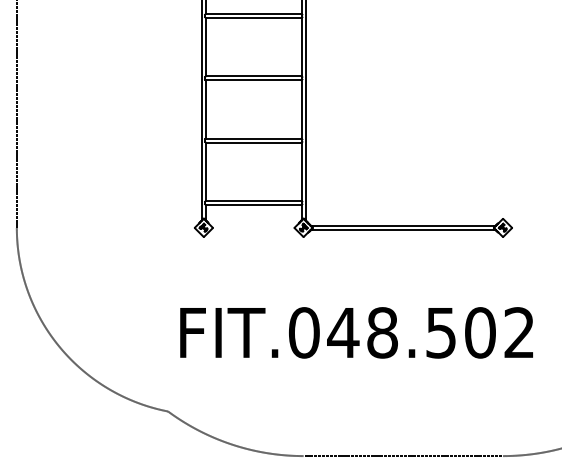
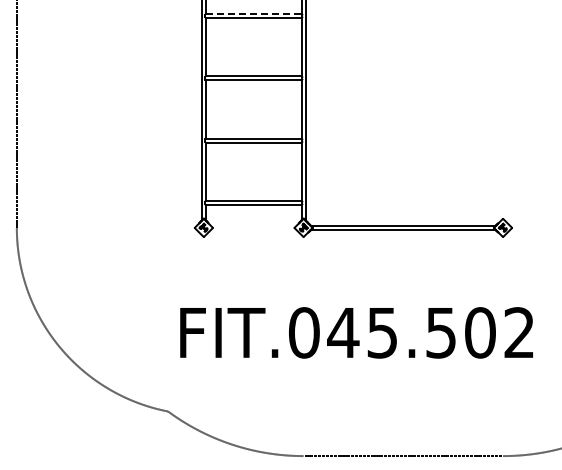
line at (253, 13): solid -> dashed
text at (382, 332): FIT.048.502 -> FIT.045.502
